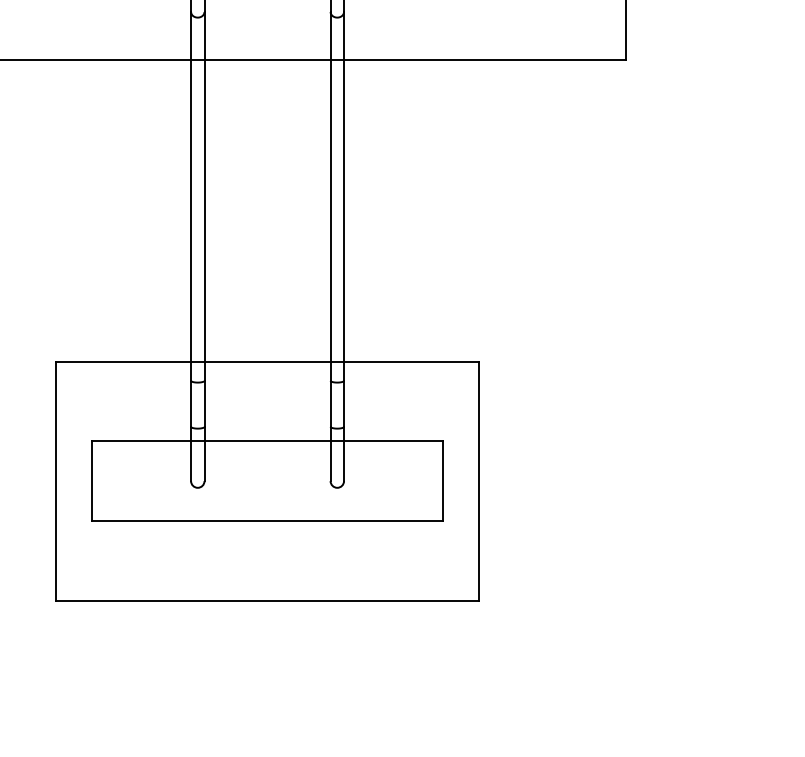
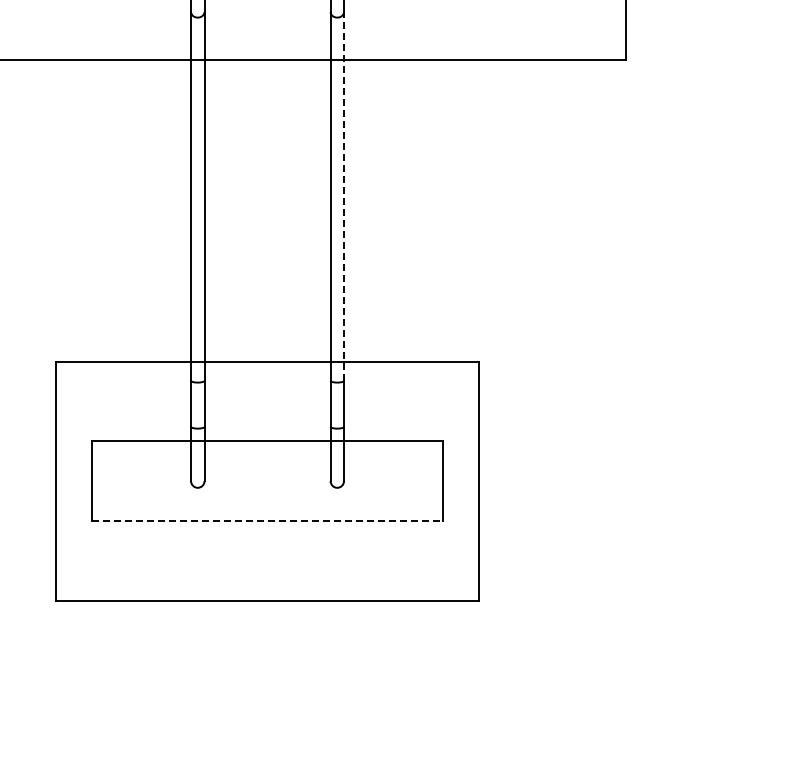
line at (344, 195): solid -> dashed
line at (268, 520): solid -> dashed
